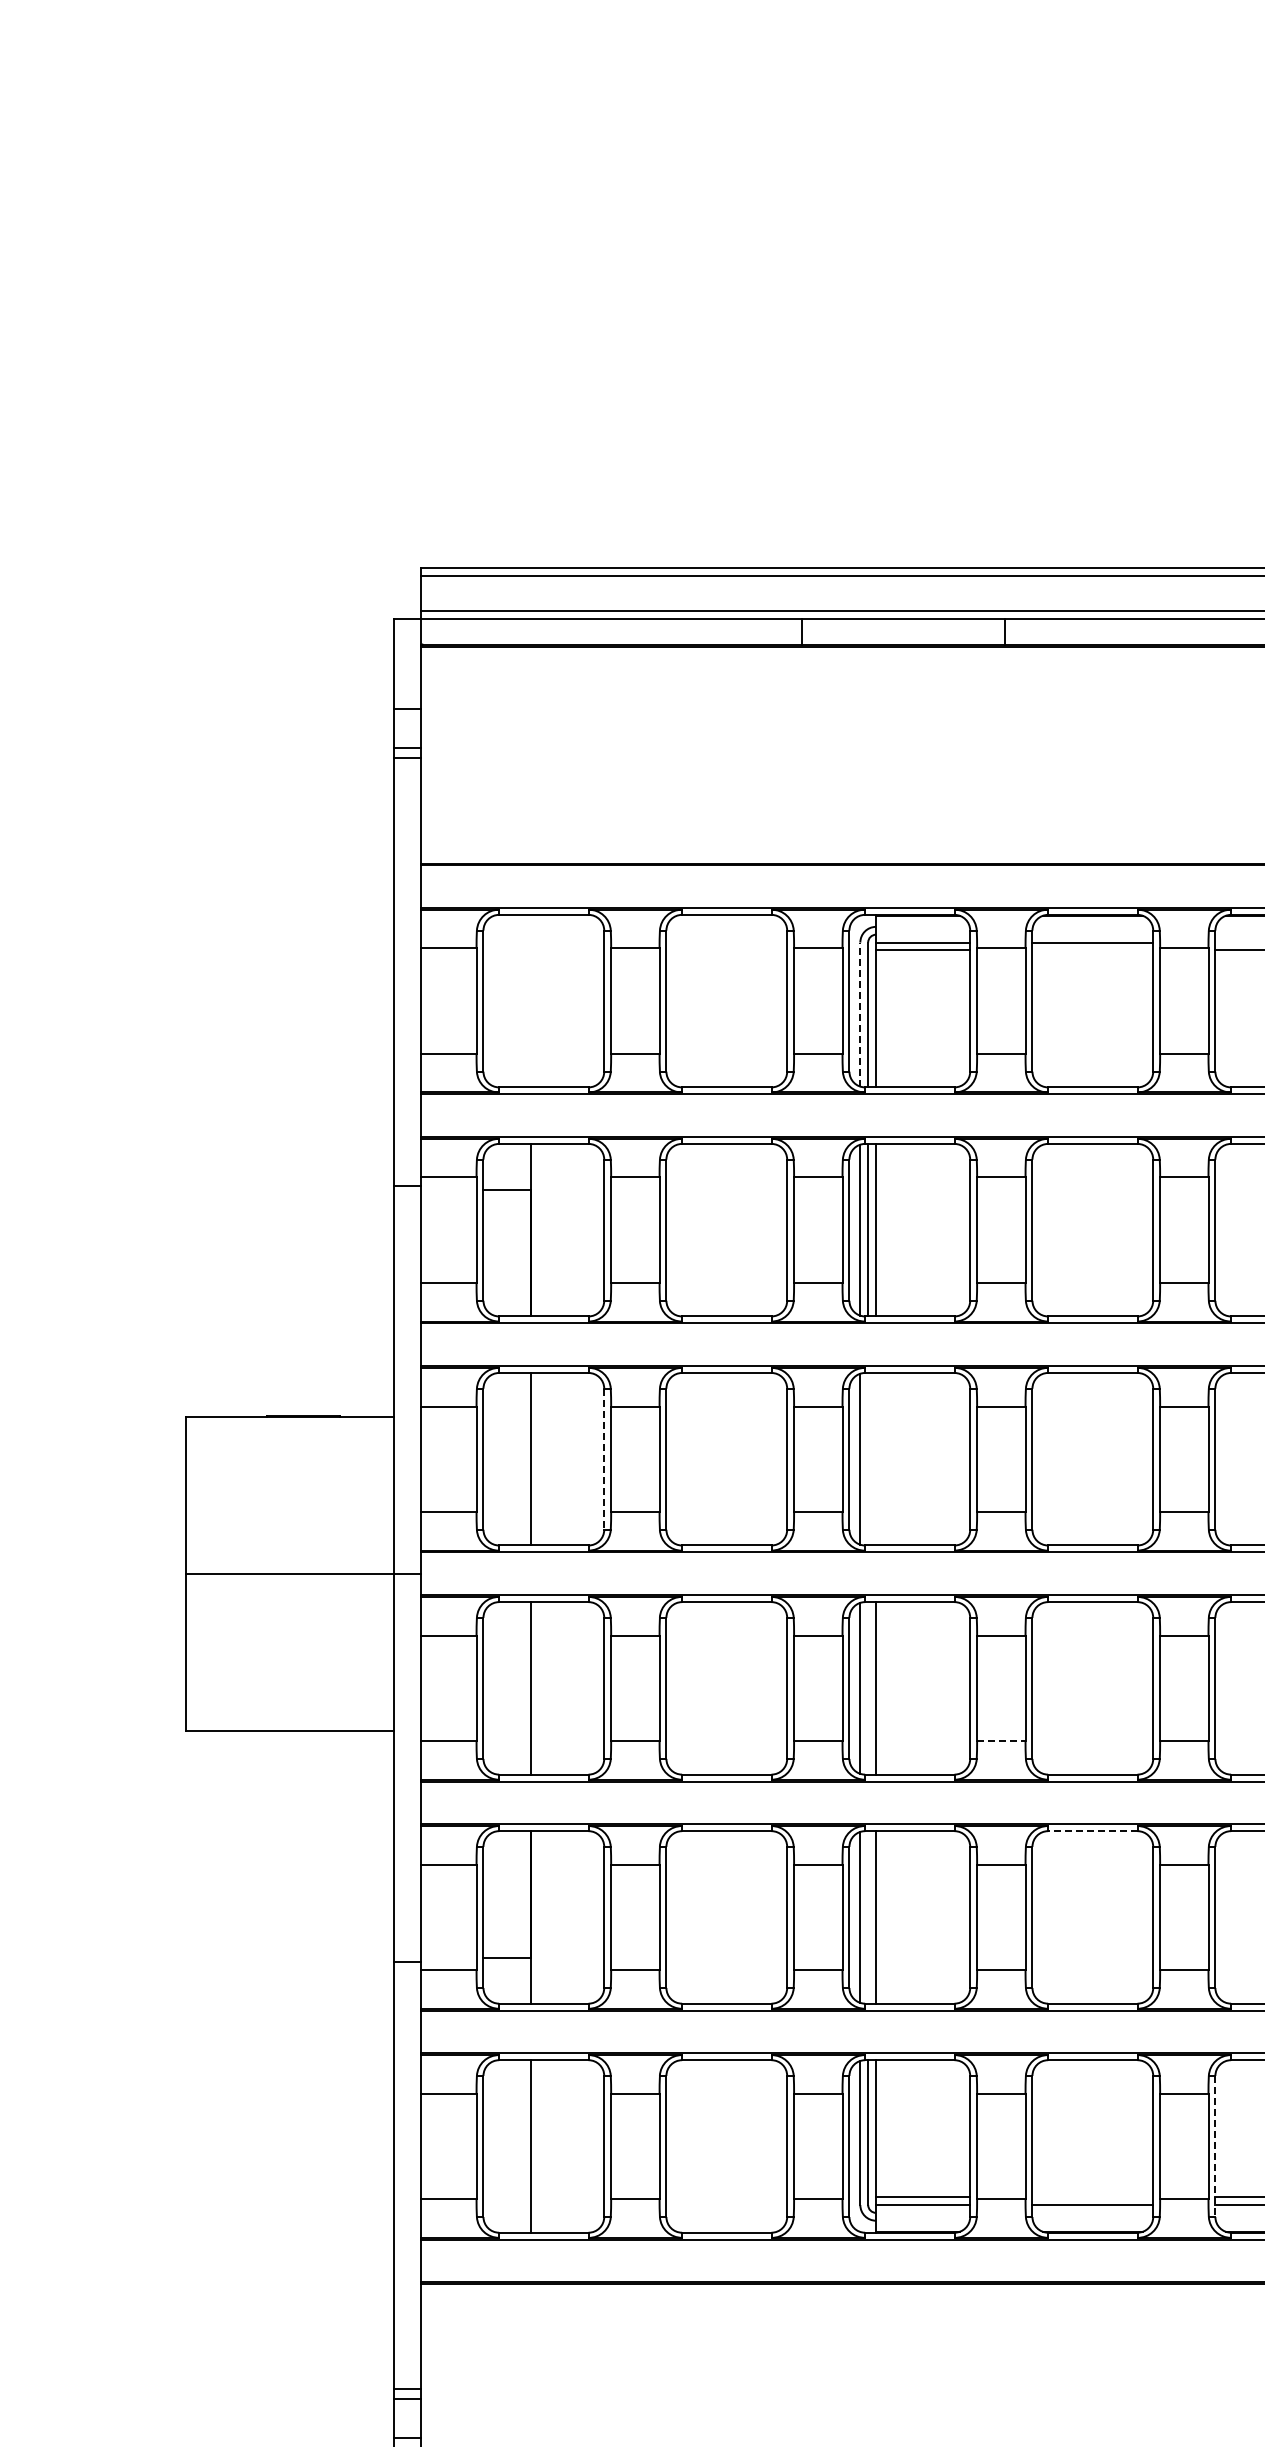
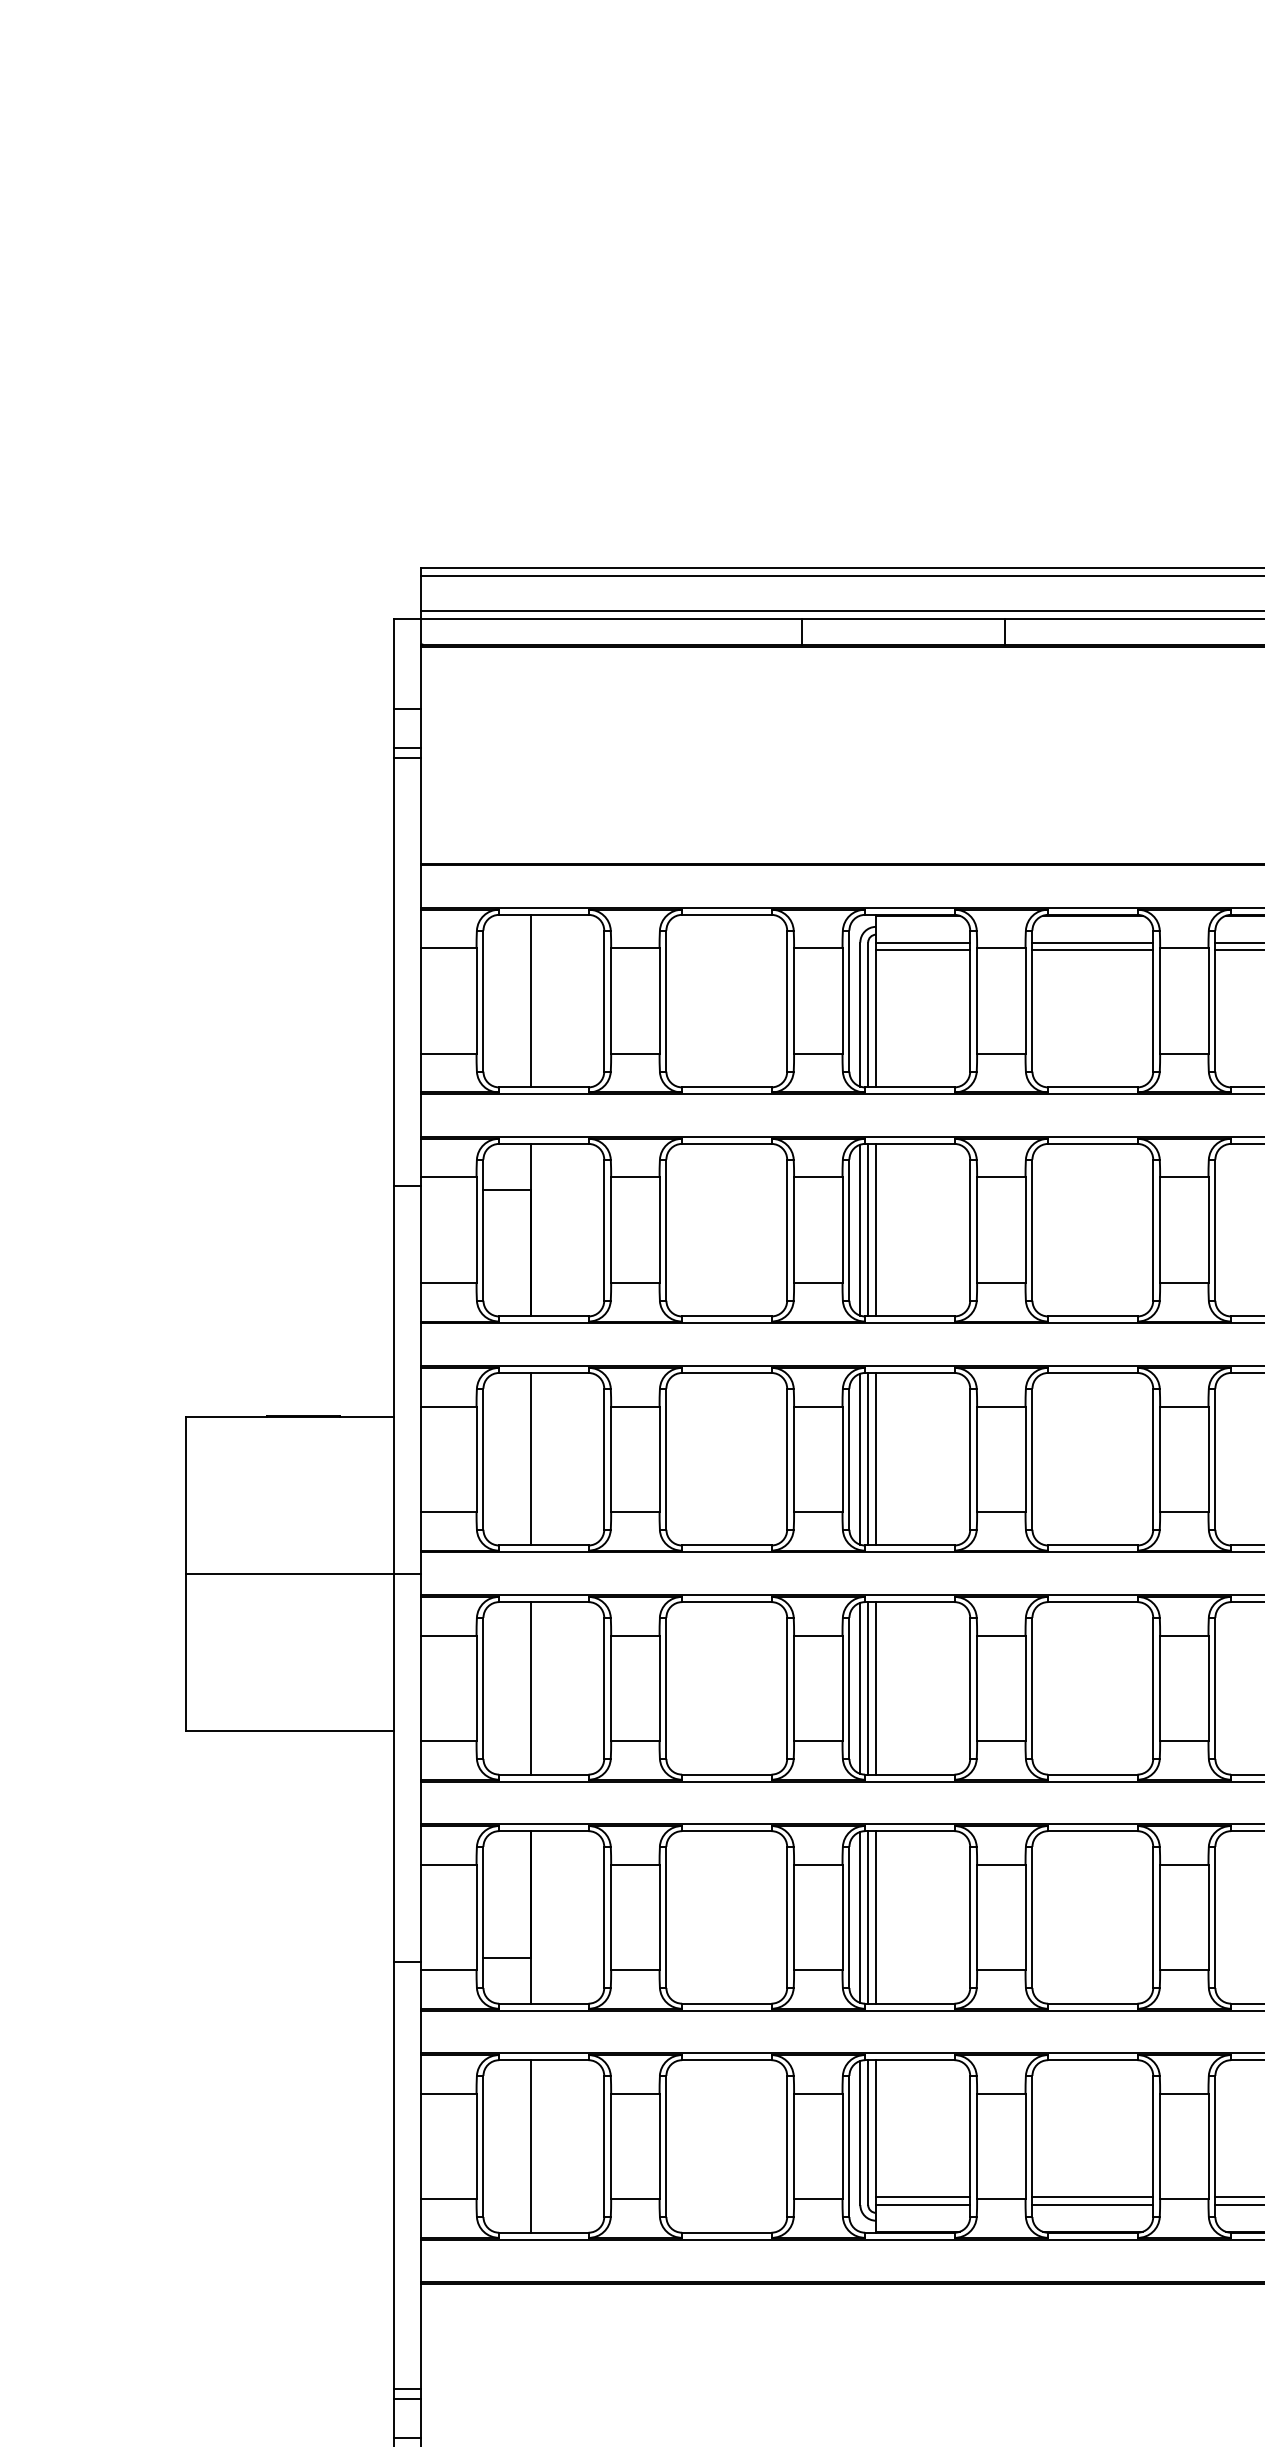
line at (1238, 942): none -> present
line at (1092, 950): none -> present
line at (531, 1000): none -> present
line at (860, 1014): dashed -> solid
line at (868, 1458): none -> present
line at (876, 1458): none -> present
line at (604, 1459): dashed -> solid
line at (868, 1688): none -> present
line at (1001, 1741): dashed -> solid
line at (1092, 1831): dashed -> solid
line at (868, 1917): none -> present
line at (1215, 2146): dashed -> solid
line at (1092, 2197): none -> present
